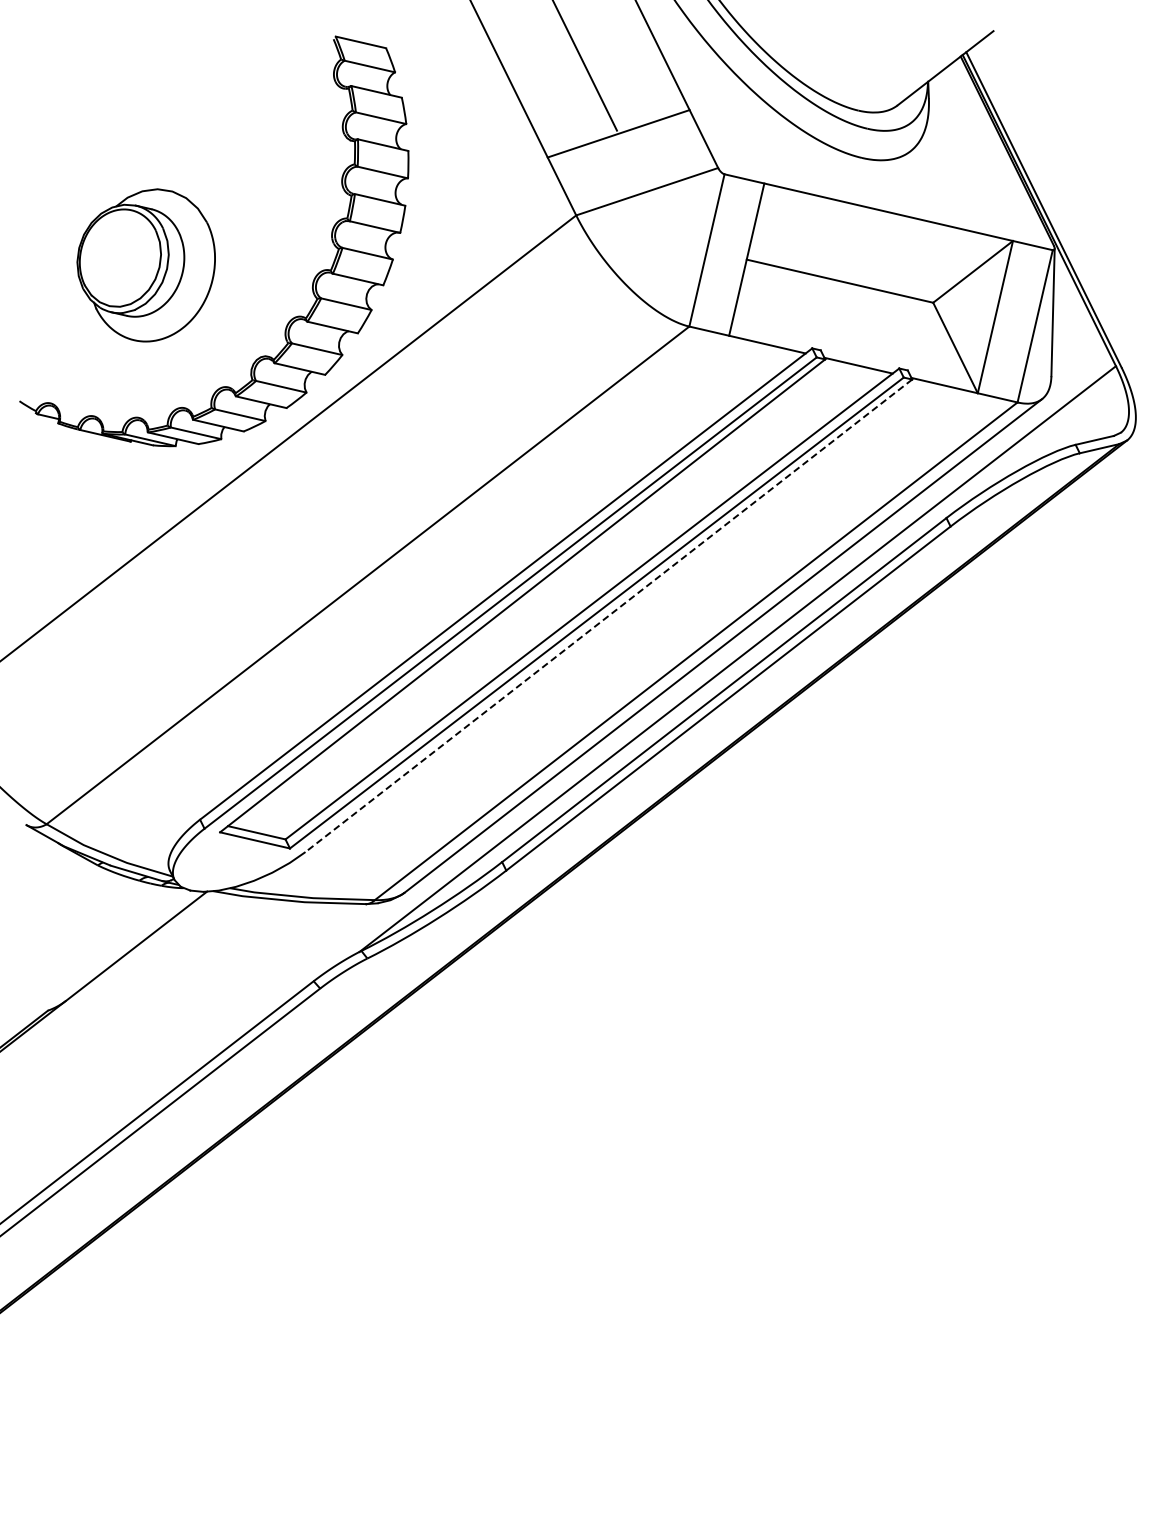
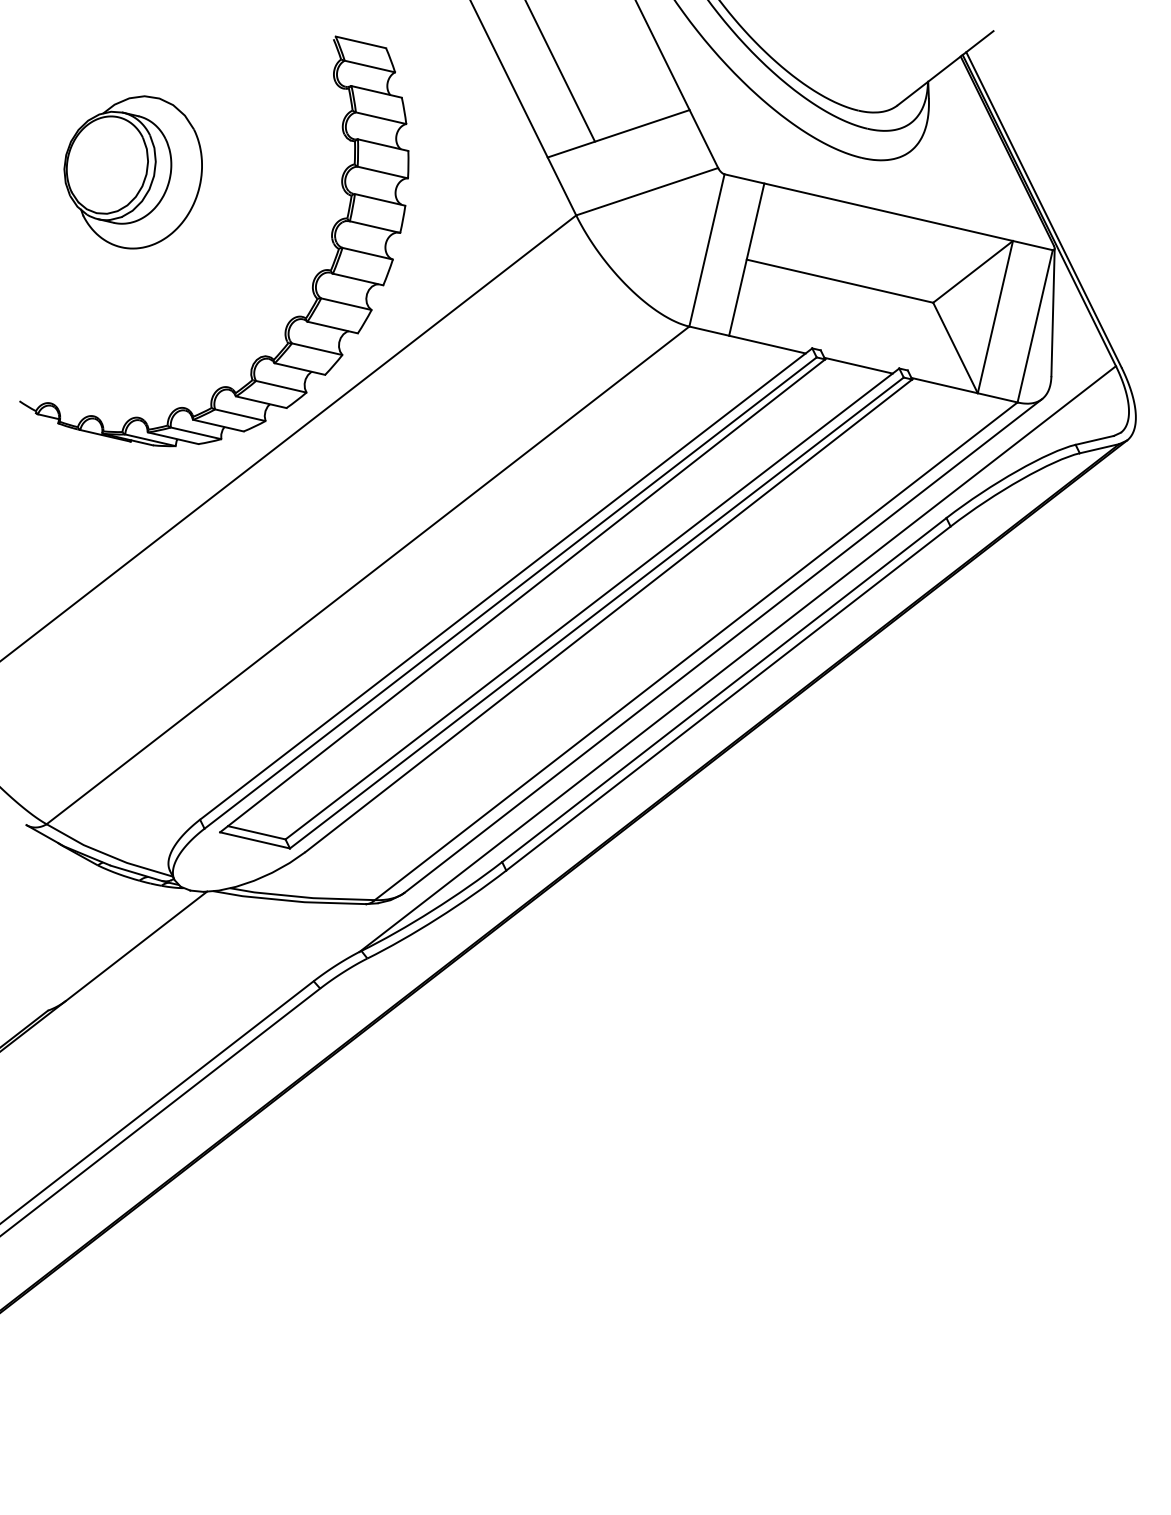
line at (585, 66) position: (585, 66) -> (560, 71)
part at (145, 265) position: (145, 265) -> (132, 172)
line at (608, 615): dashed -> solid
